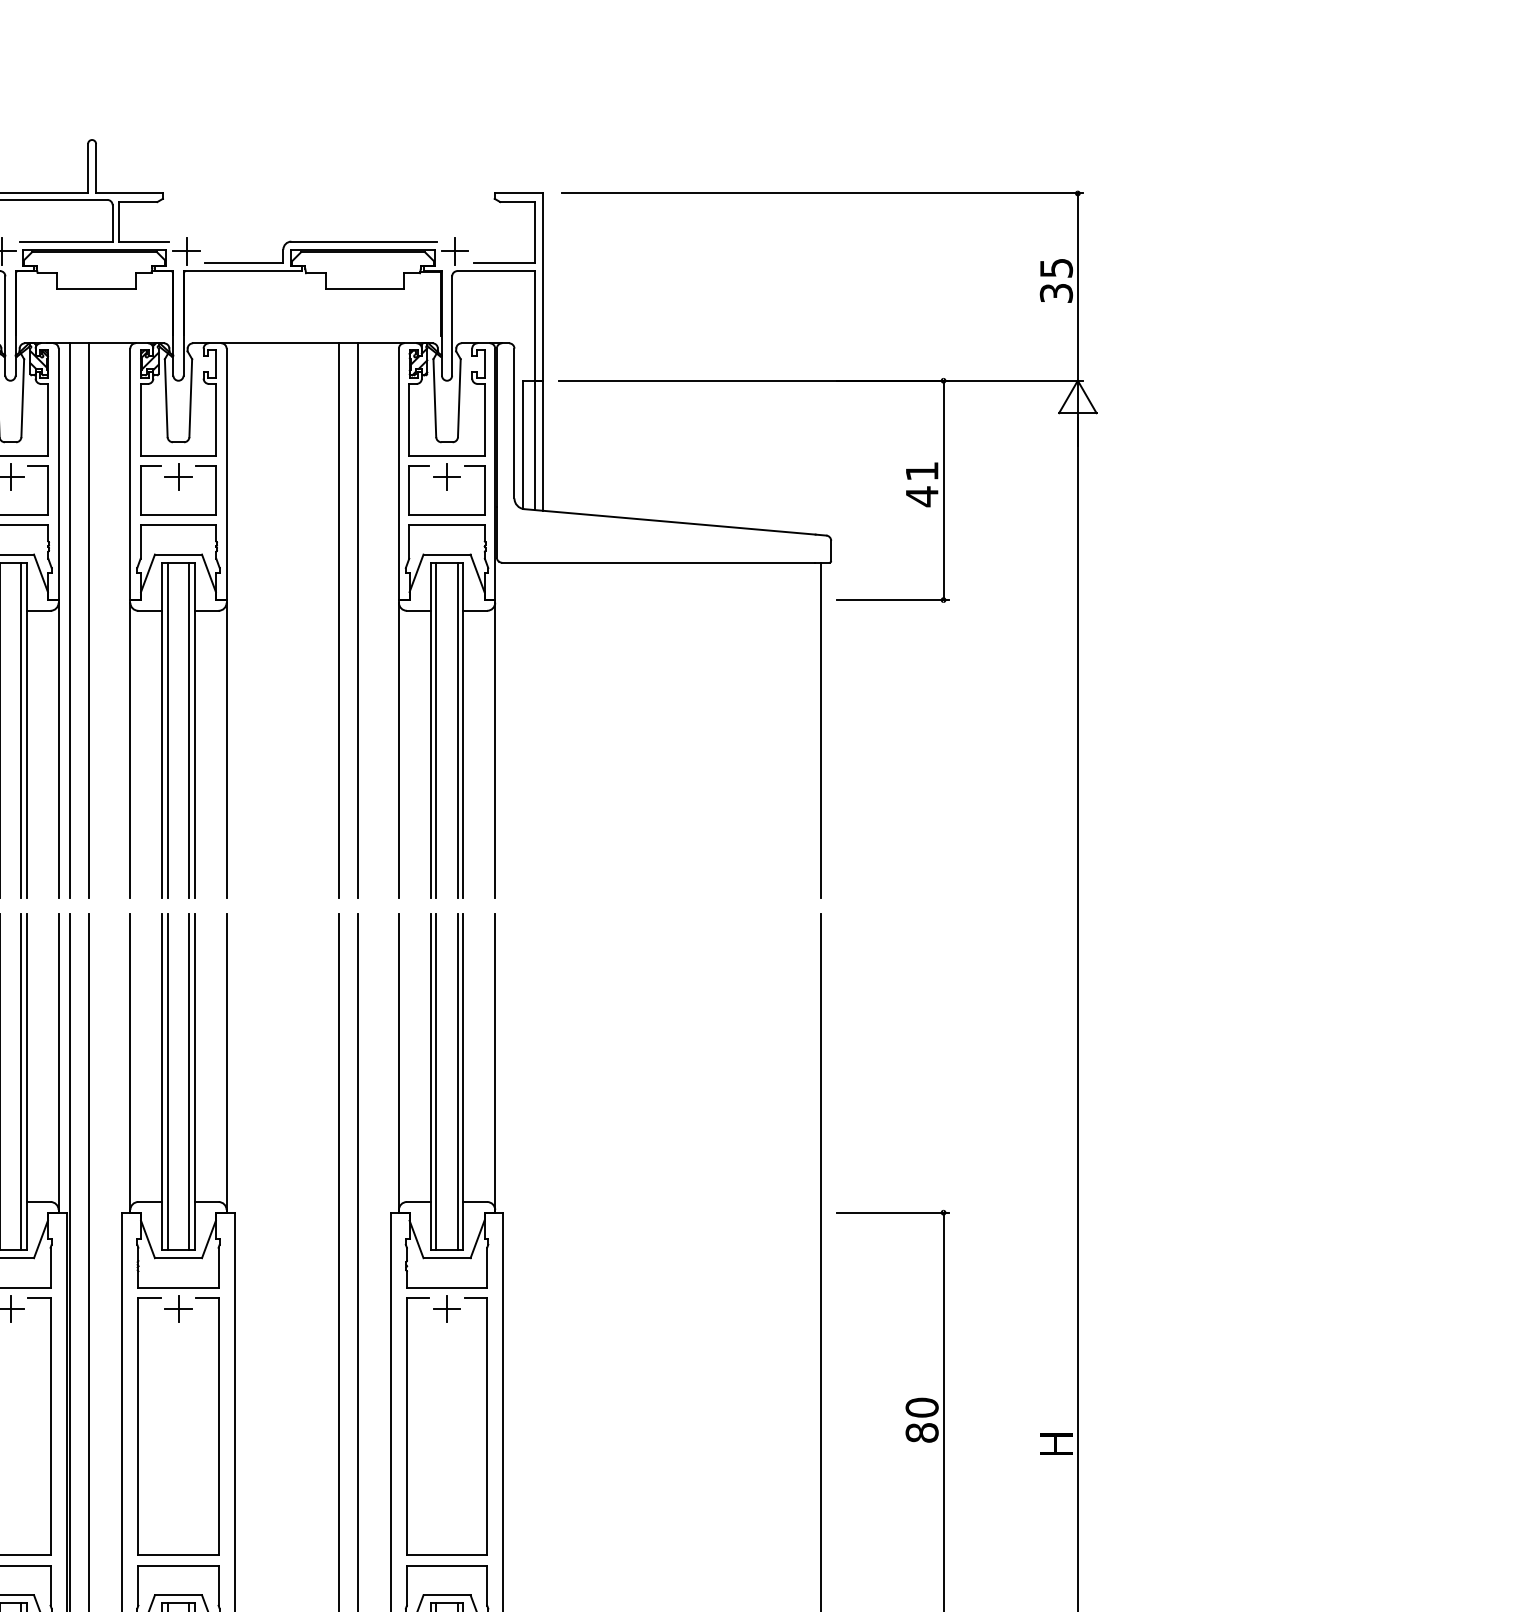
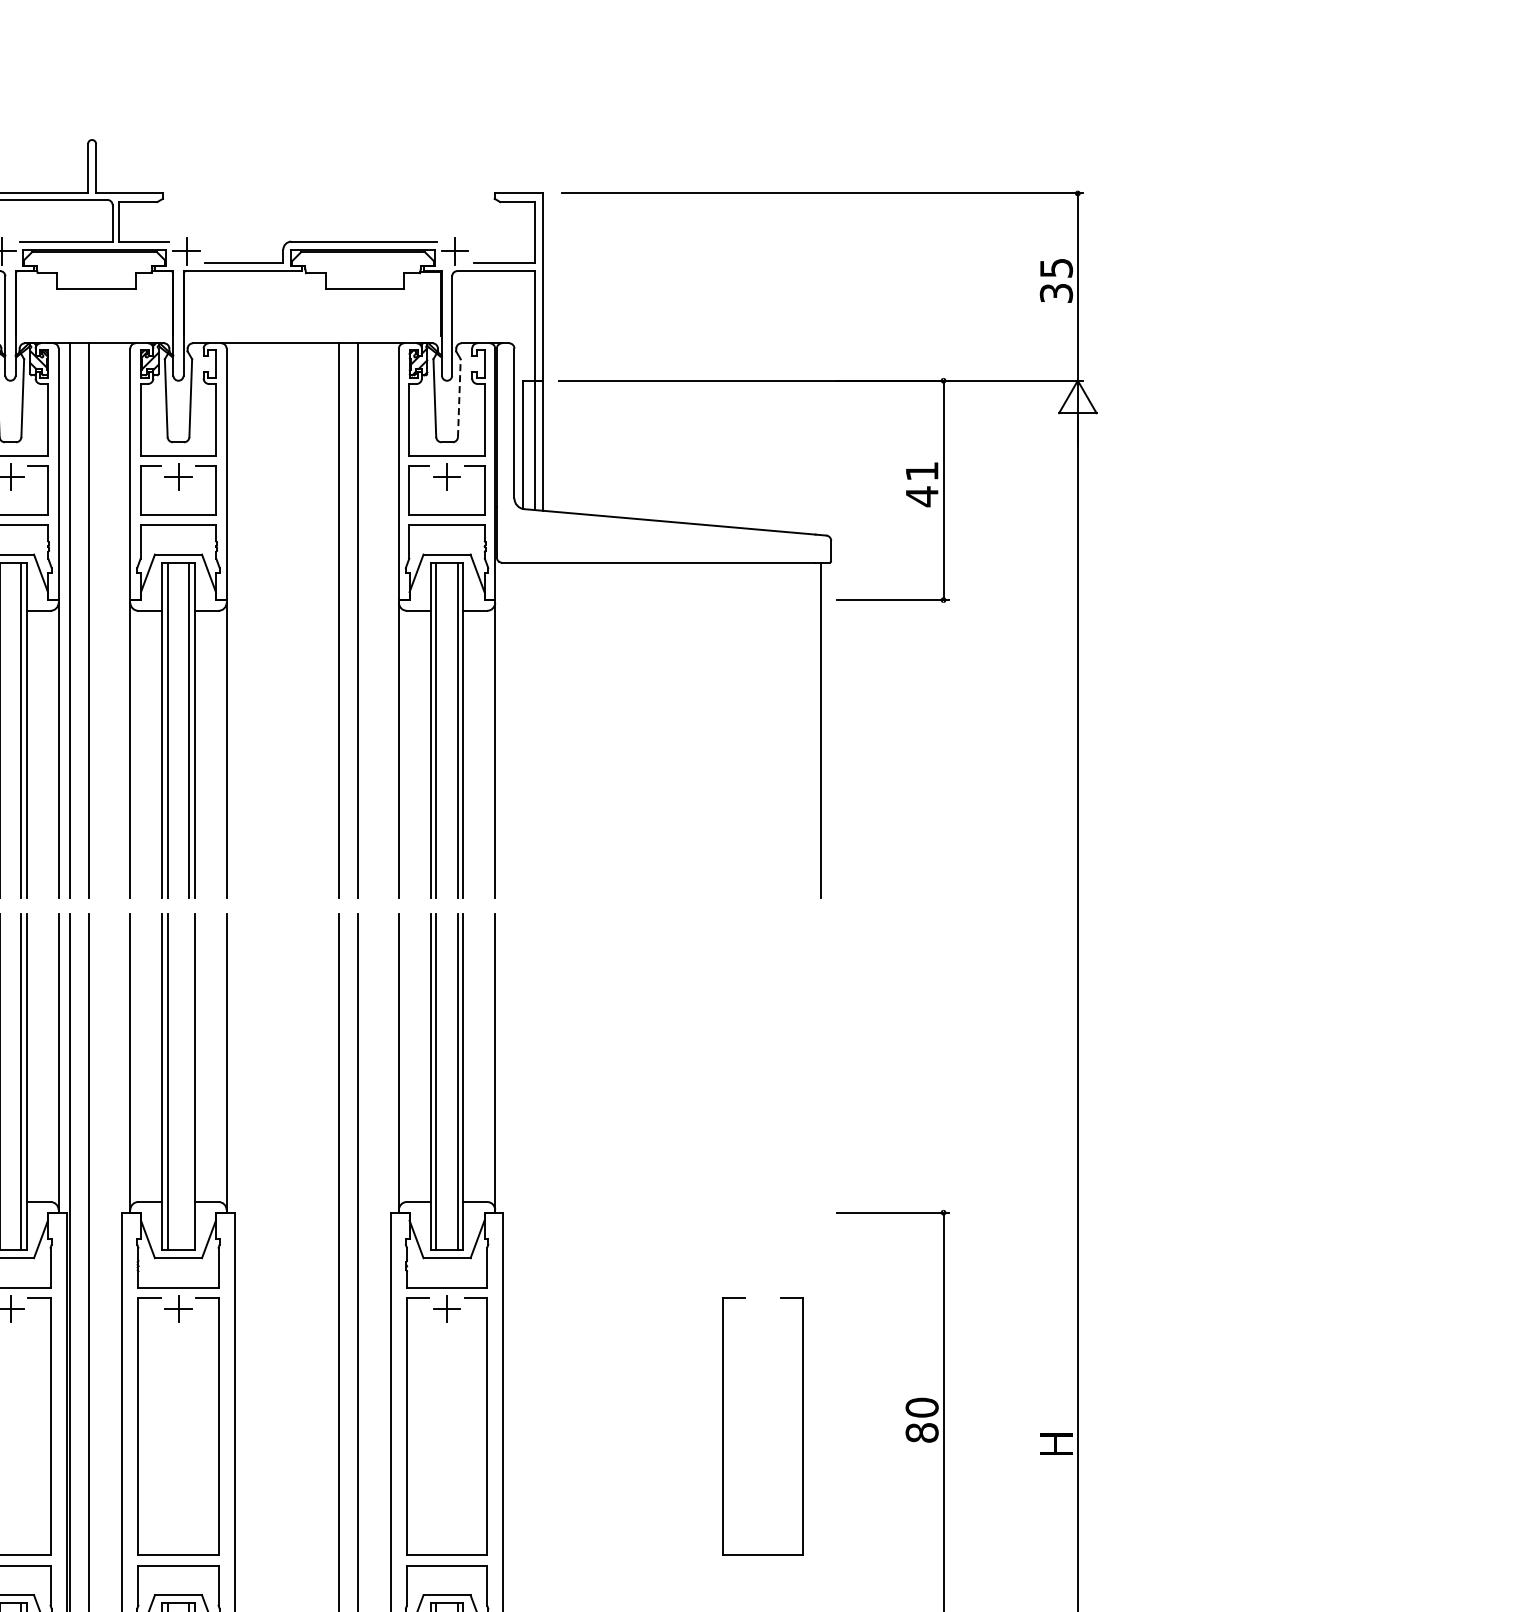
line at (459, 398): solid -> dashed
line at (189, 1082): present -> none
line at (820, 1261): present -> none
part at (723, 1426): none -> present
